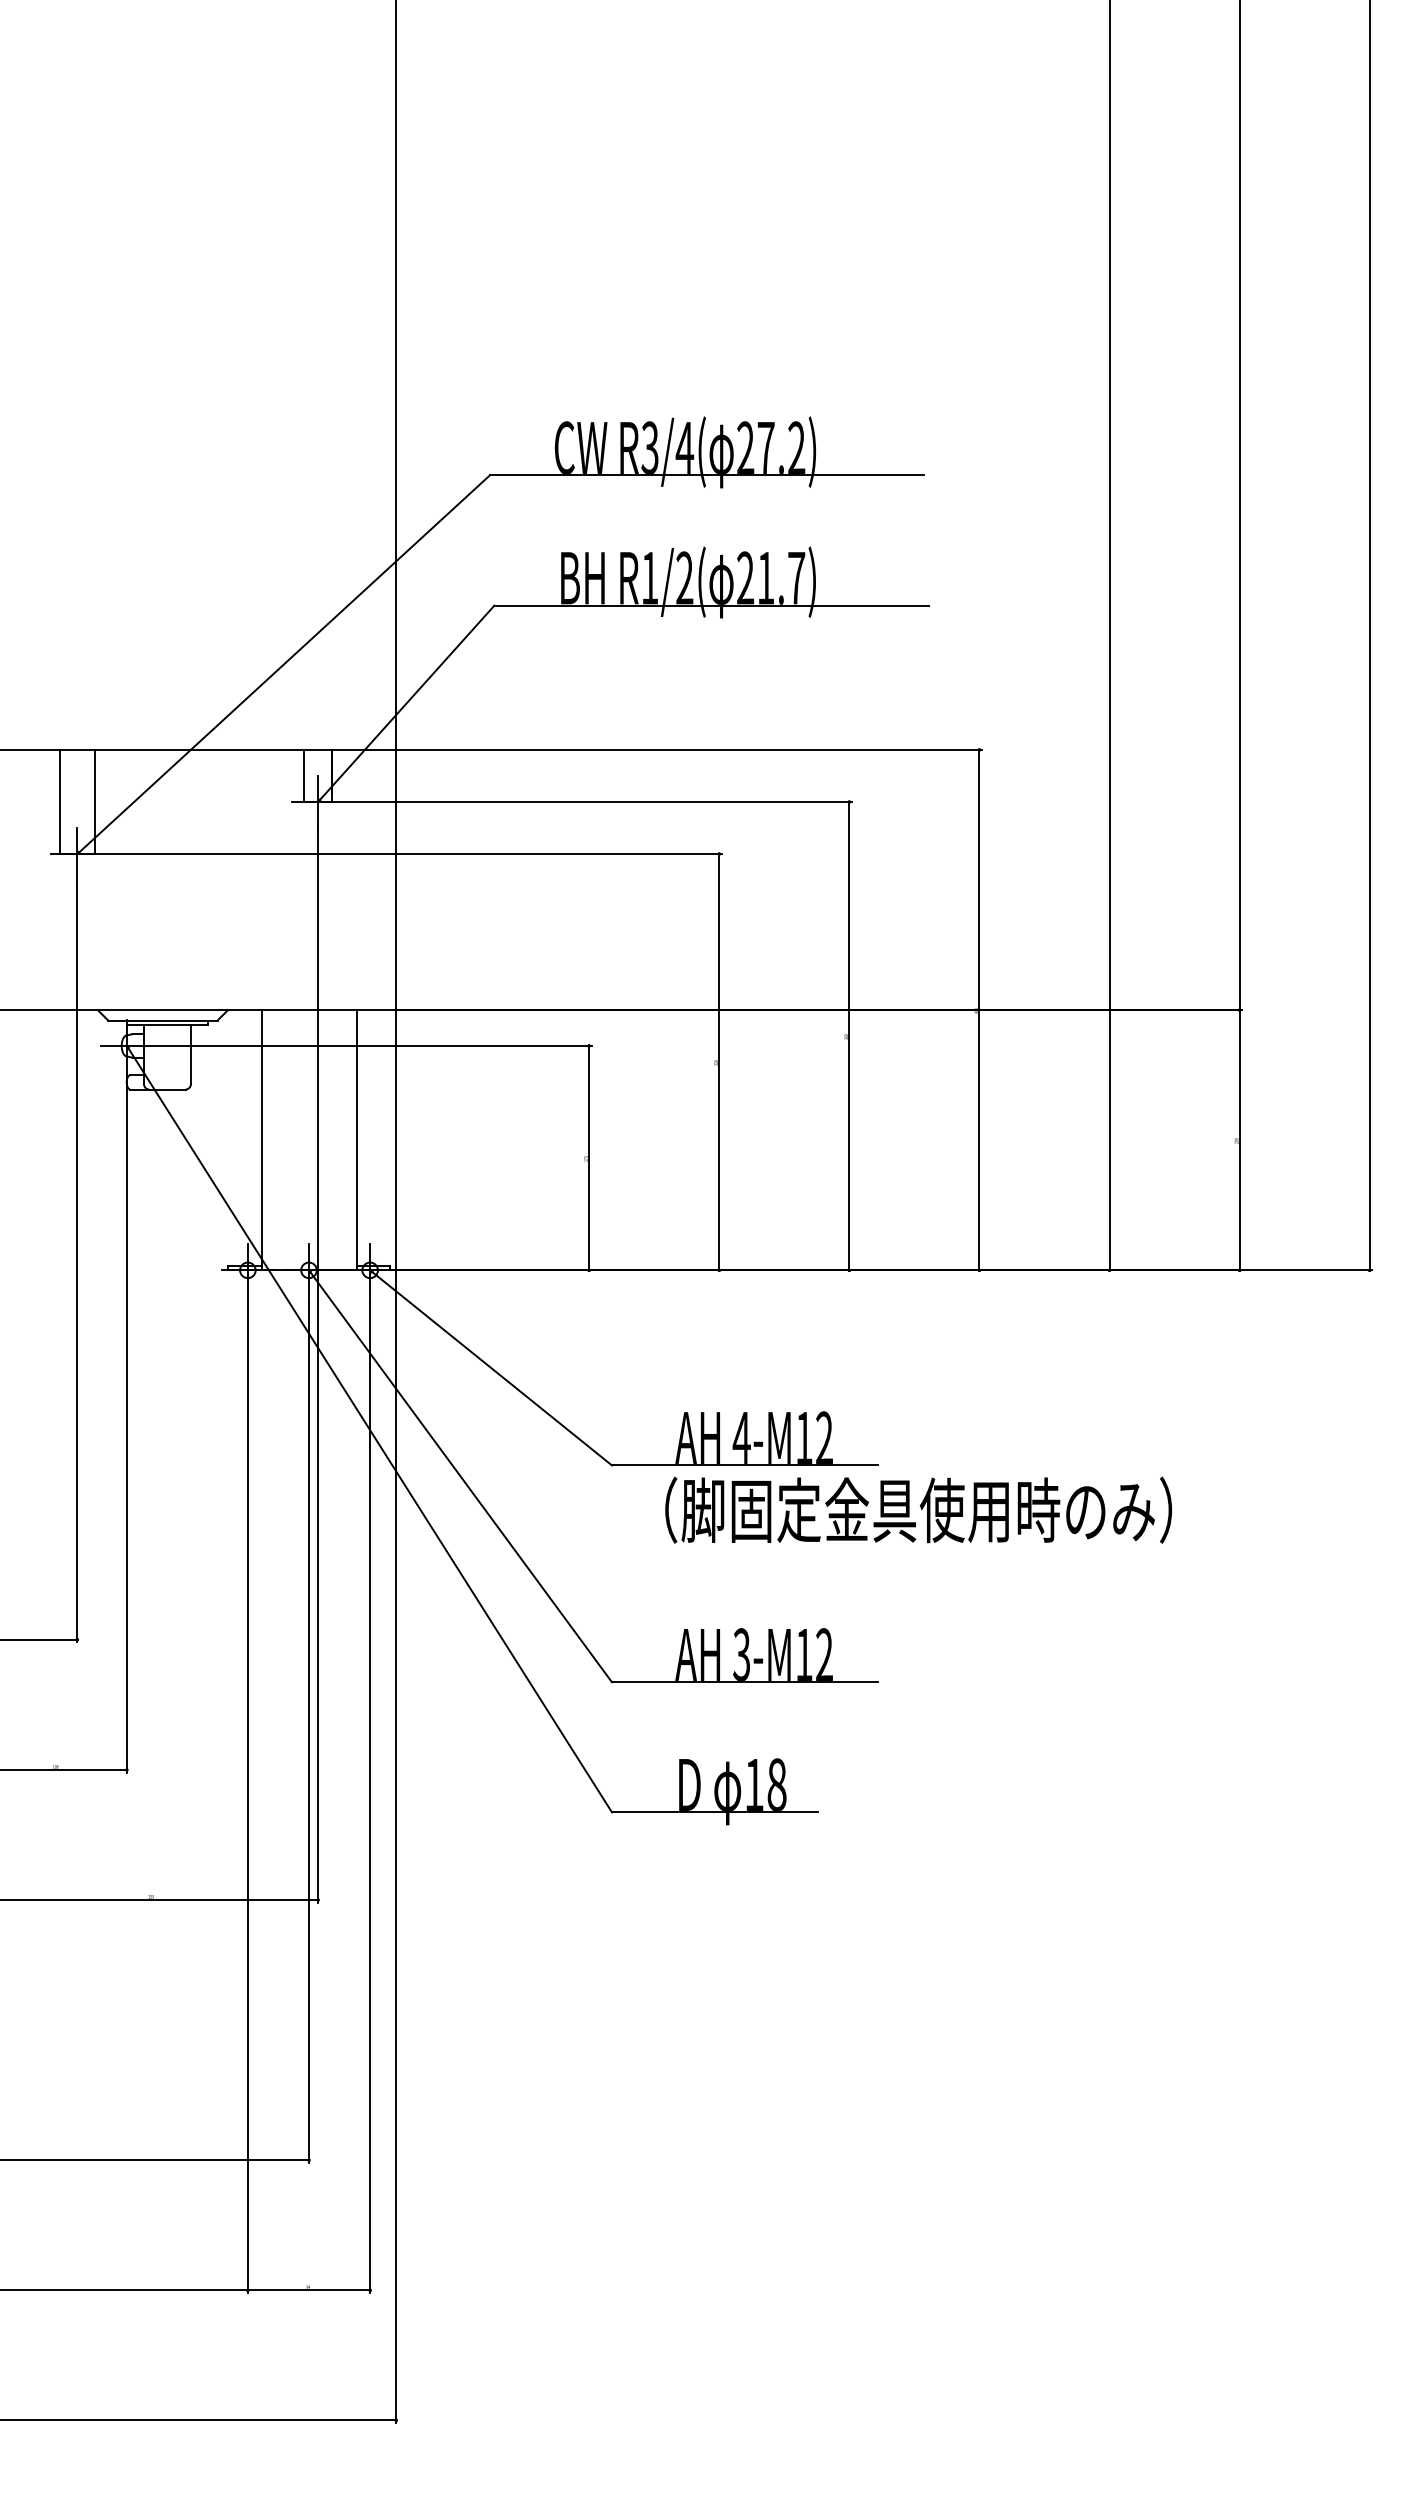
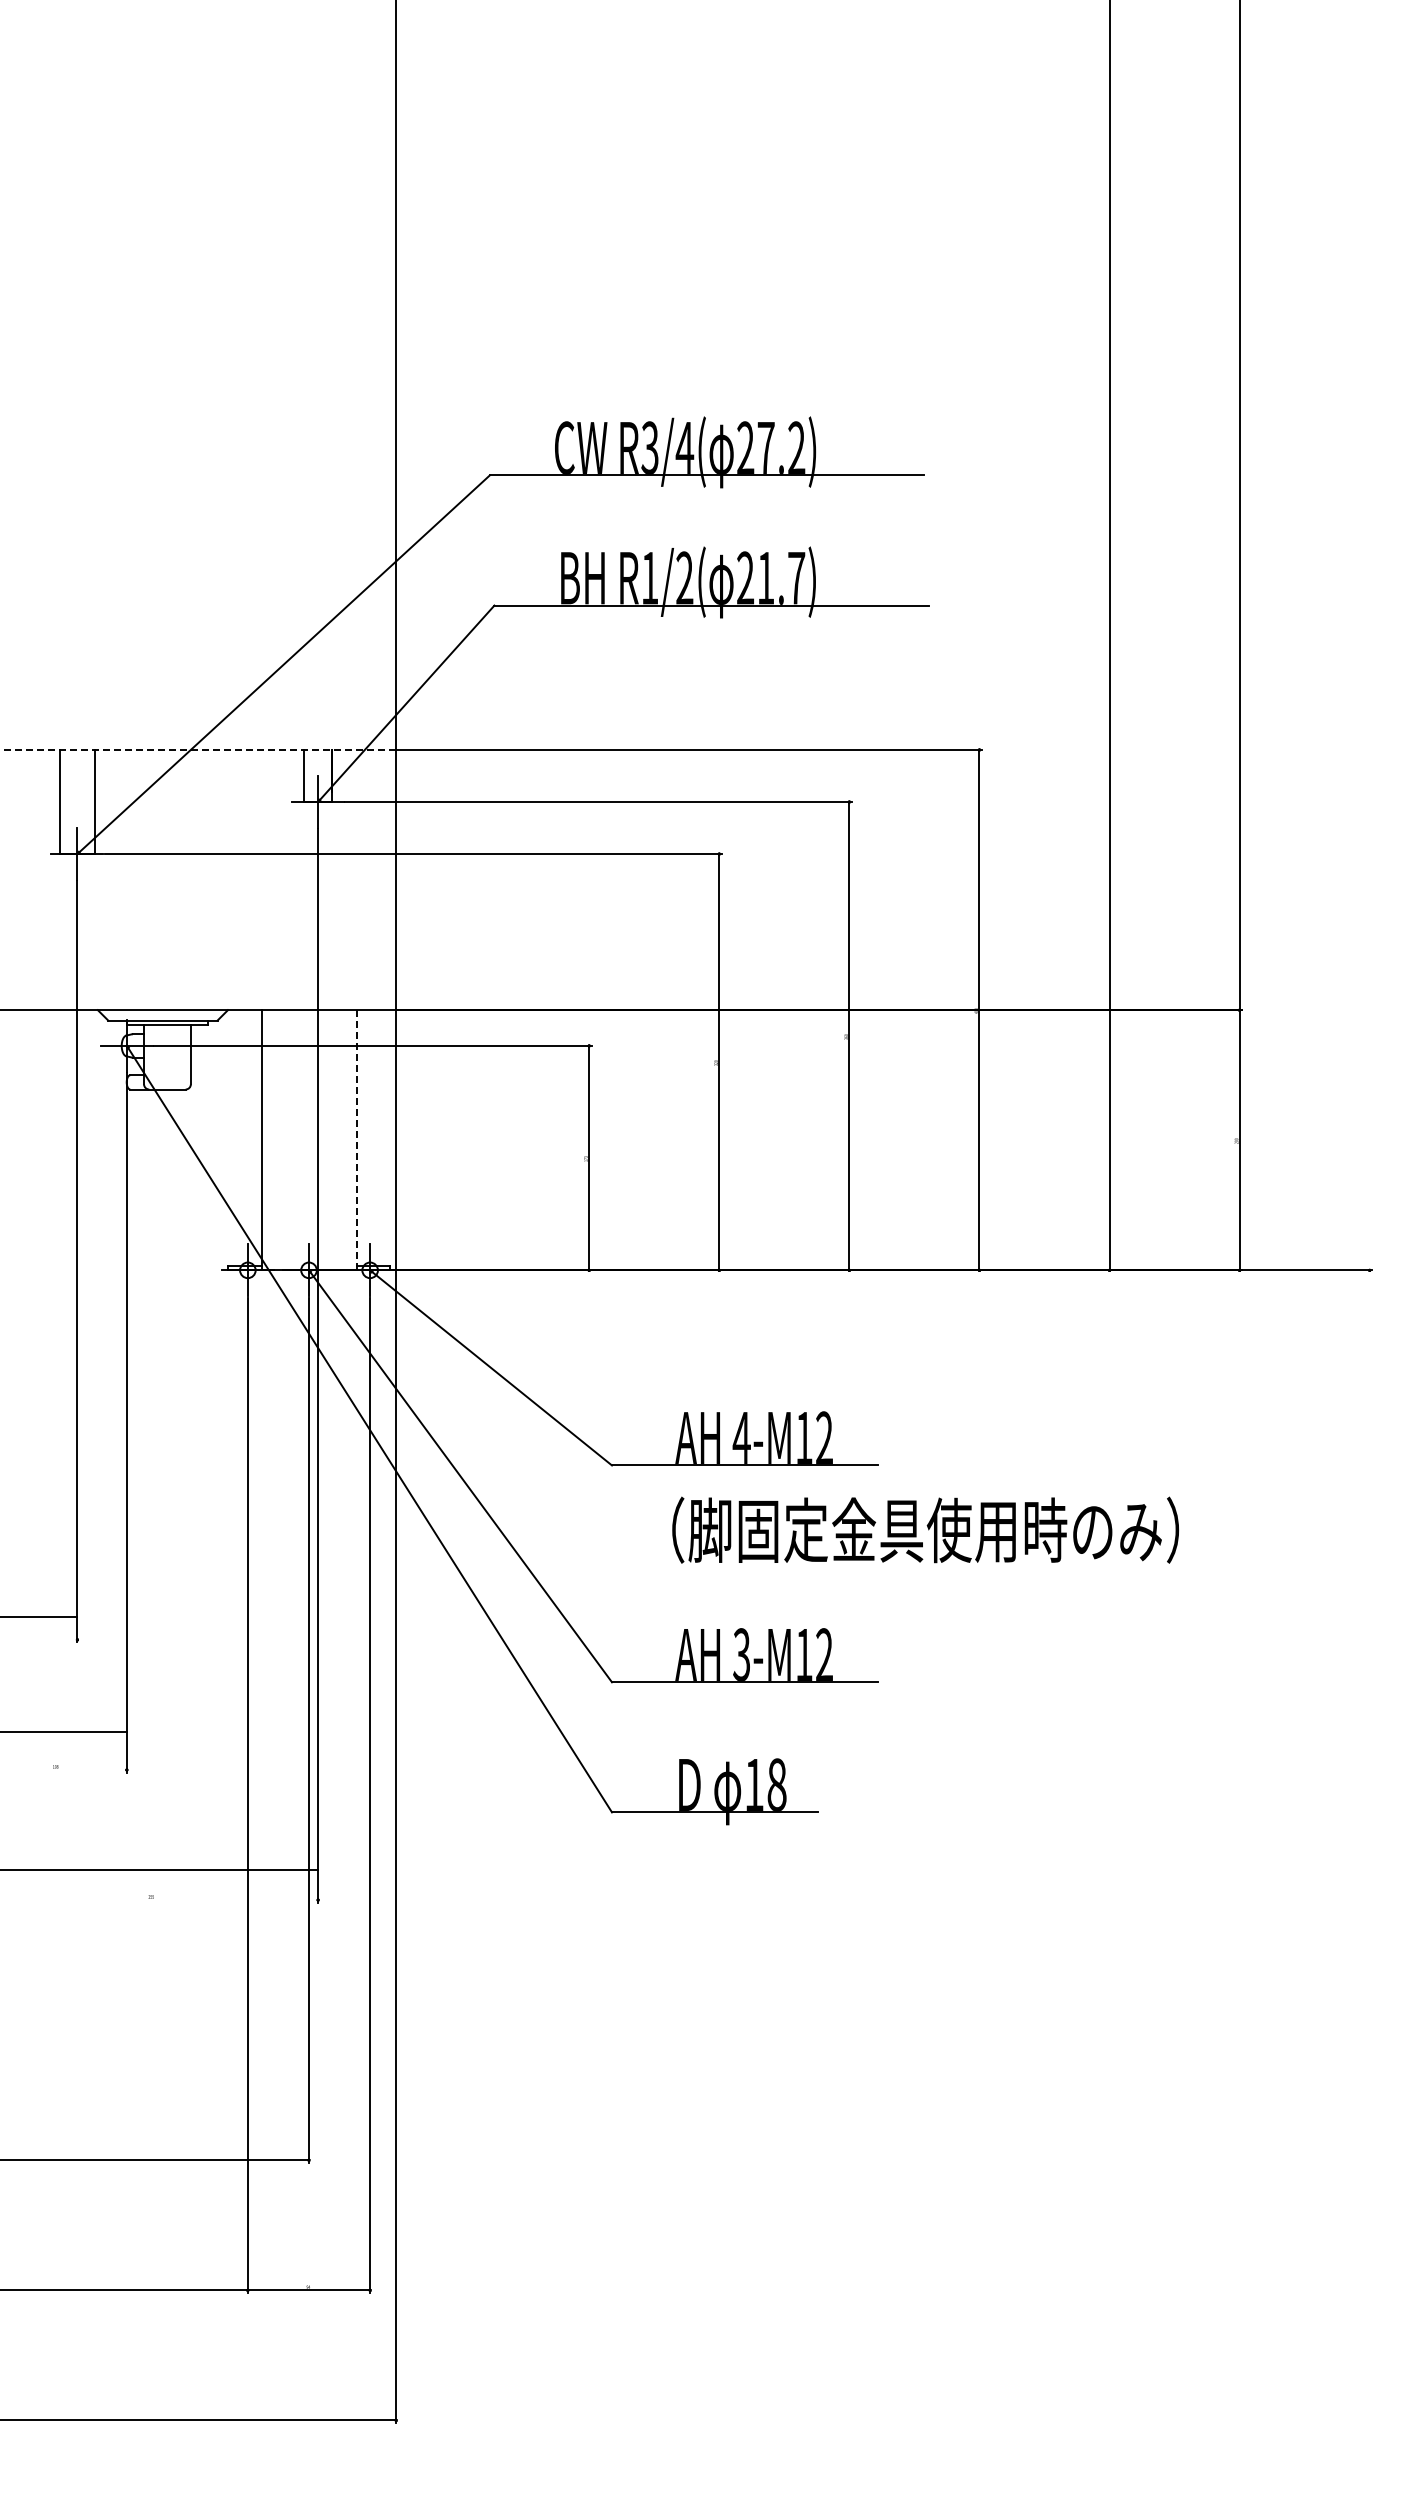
line at (1369, 636): present -> none
line at (198, 749): solid -> dashed
line at (356, 1140): solid -> dashed
text at (918, 1509) position: (918, 1509) -> (925, 1529)
line at (39, 1639) position: (39, 1639) -> (39, 1616)
line at (64, 1769) position: (64, 1769) -> (64, 1731)
line at (160, 1900) position: (160, 1900) -> (160, 1870)
